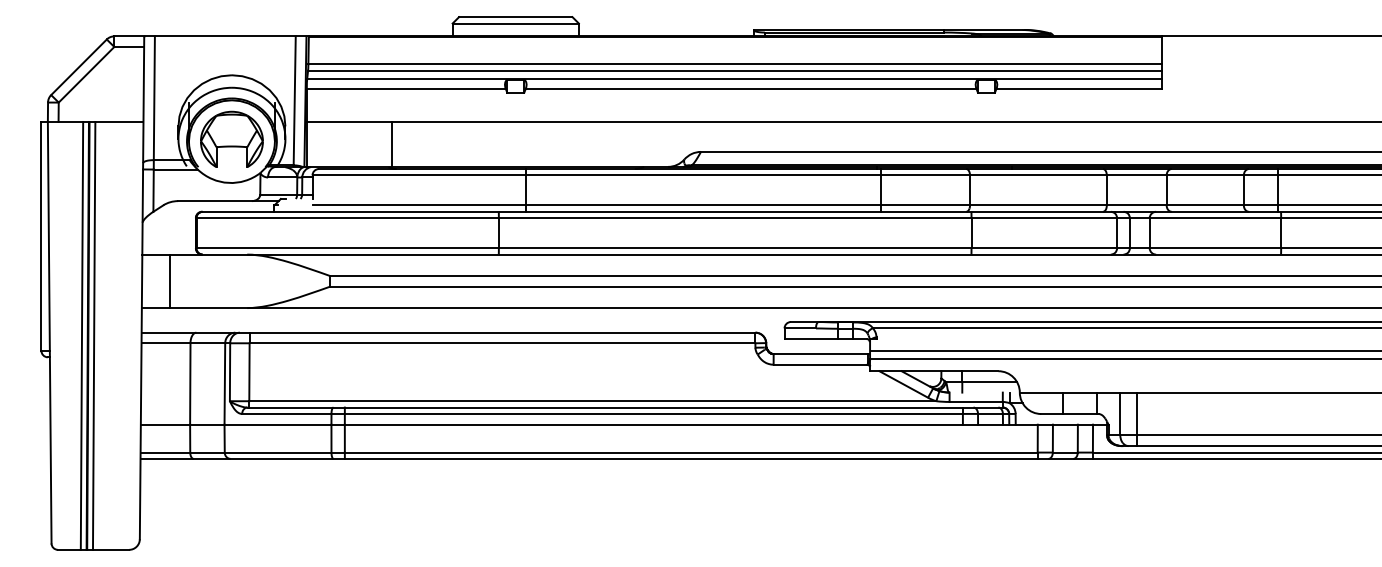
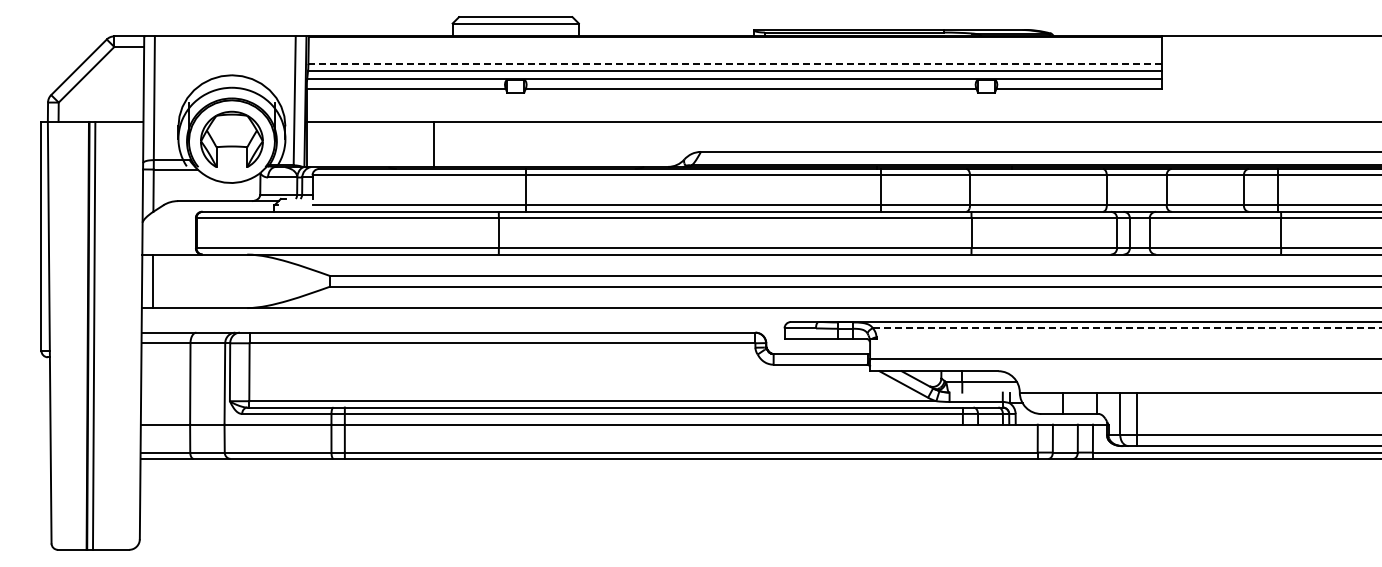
line at (735, 64): solid -> dashed
line at (392, 143) position: (392, 143) -> (434, 143)
line at (169, 281) position: (169, 281) -> (152, 281)
line at (1127, 328): solid -> dashed
line at (81, 335): present -> none
line at (1124, 350): present -> none
